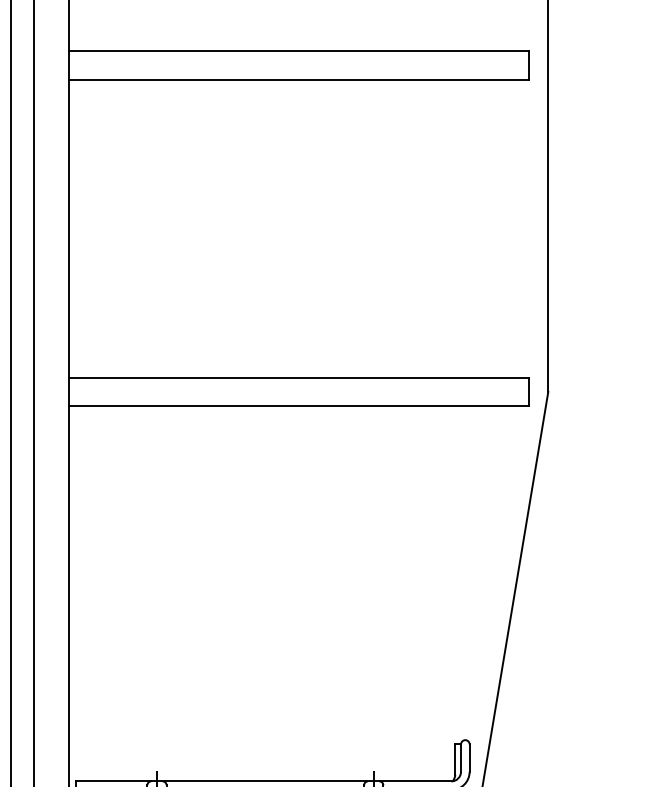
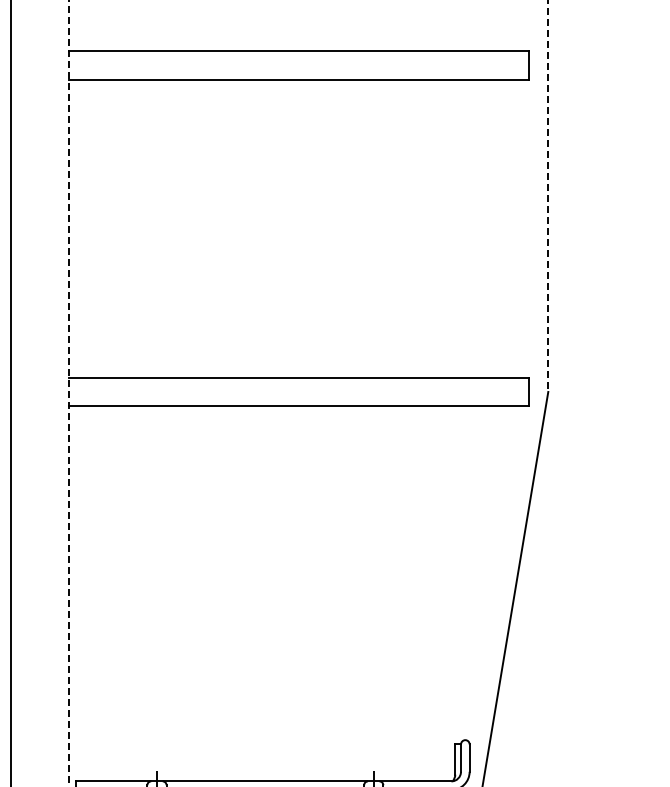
line at (548, 195): solid -> dashed
line at (34, 392): present -> none
line at (68, 393): solid -> dashed
